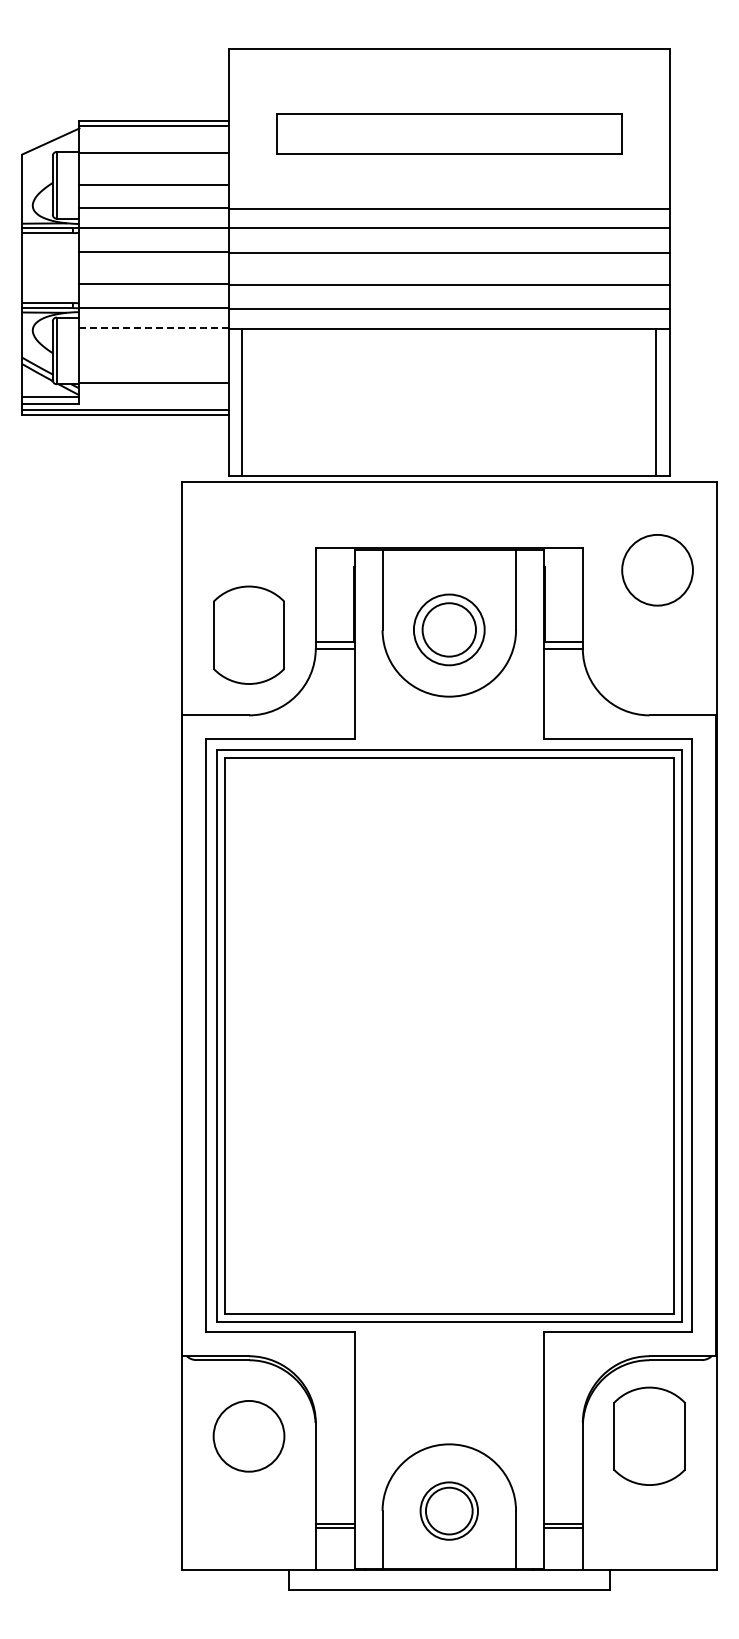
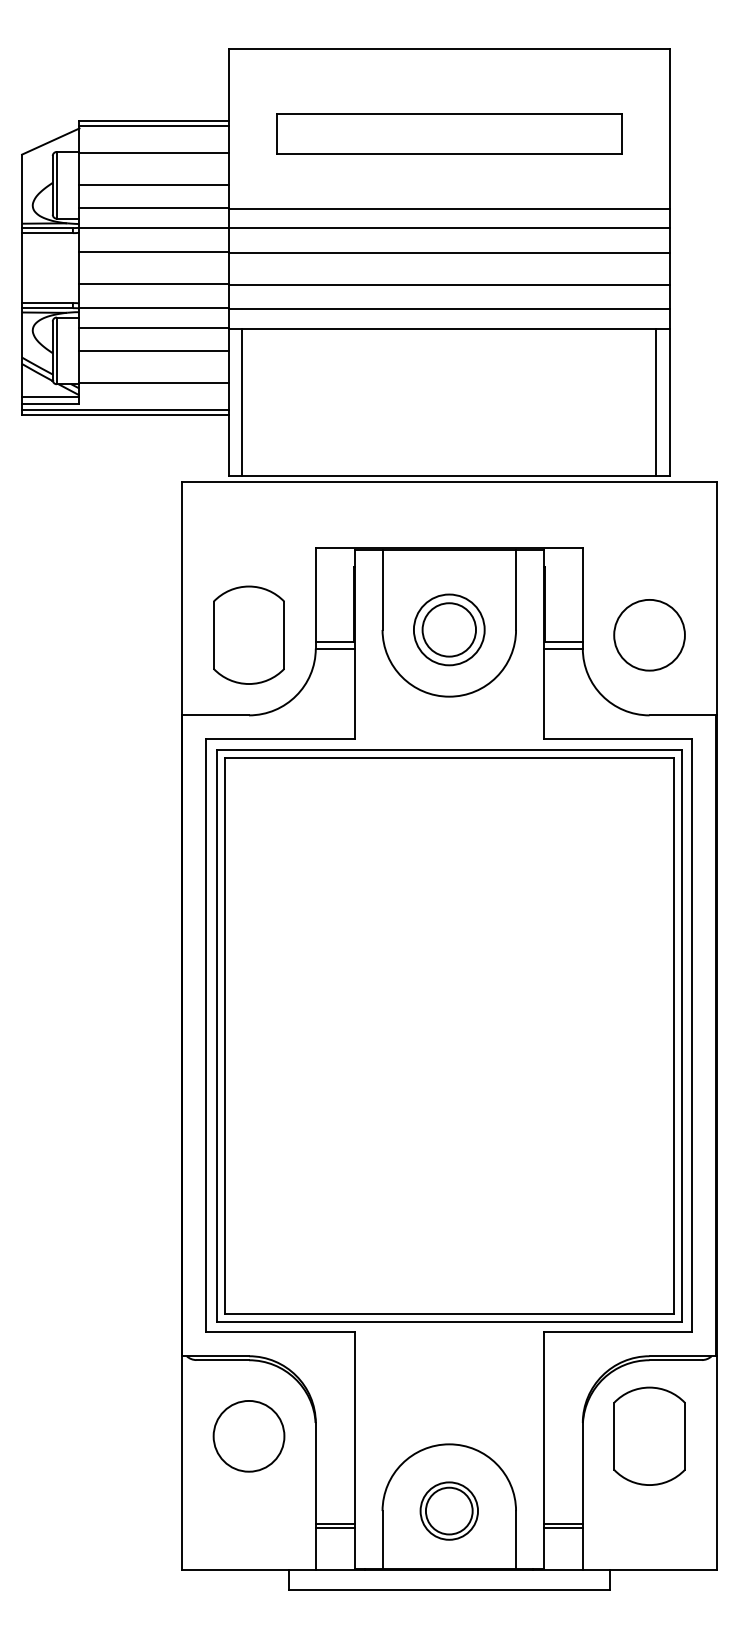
line at (154, 328): dashed -> solid
line at (154, 350): none -> present
circle at (657, 570) position: (657, 570) -> (649, 635)
